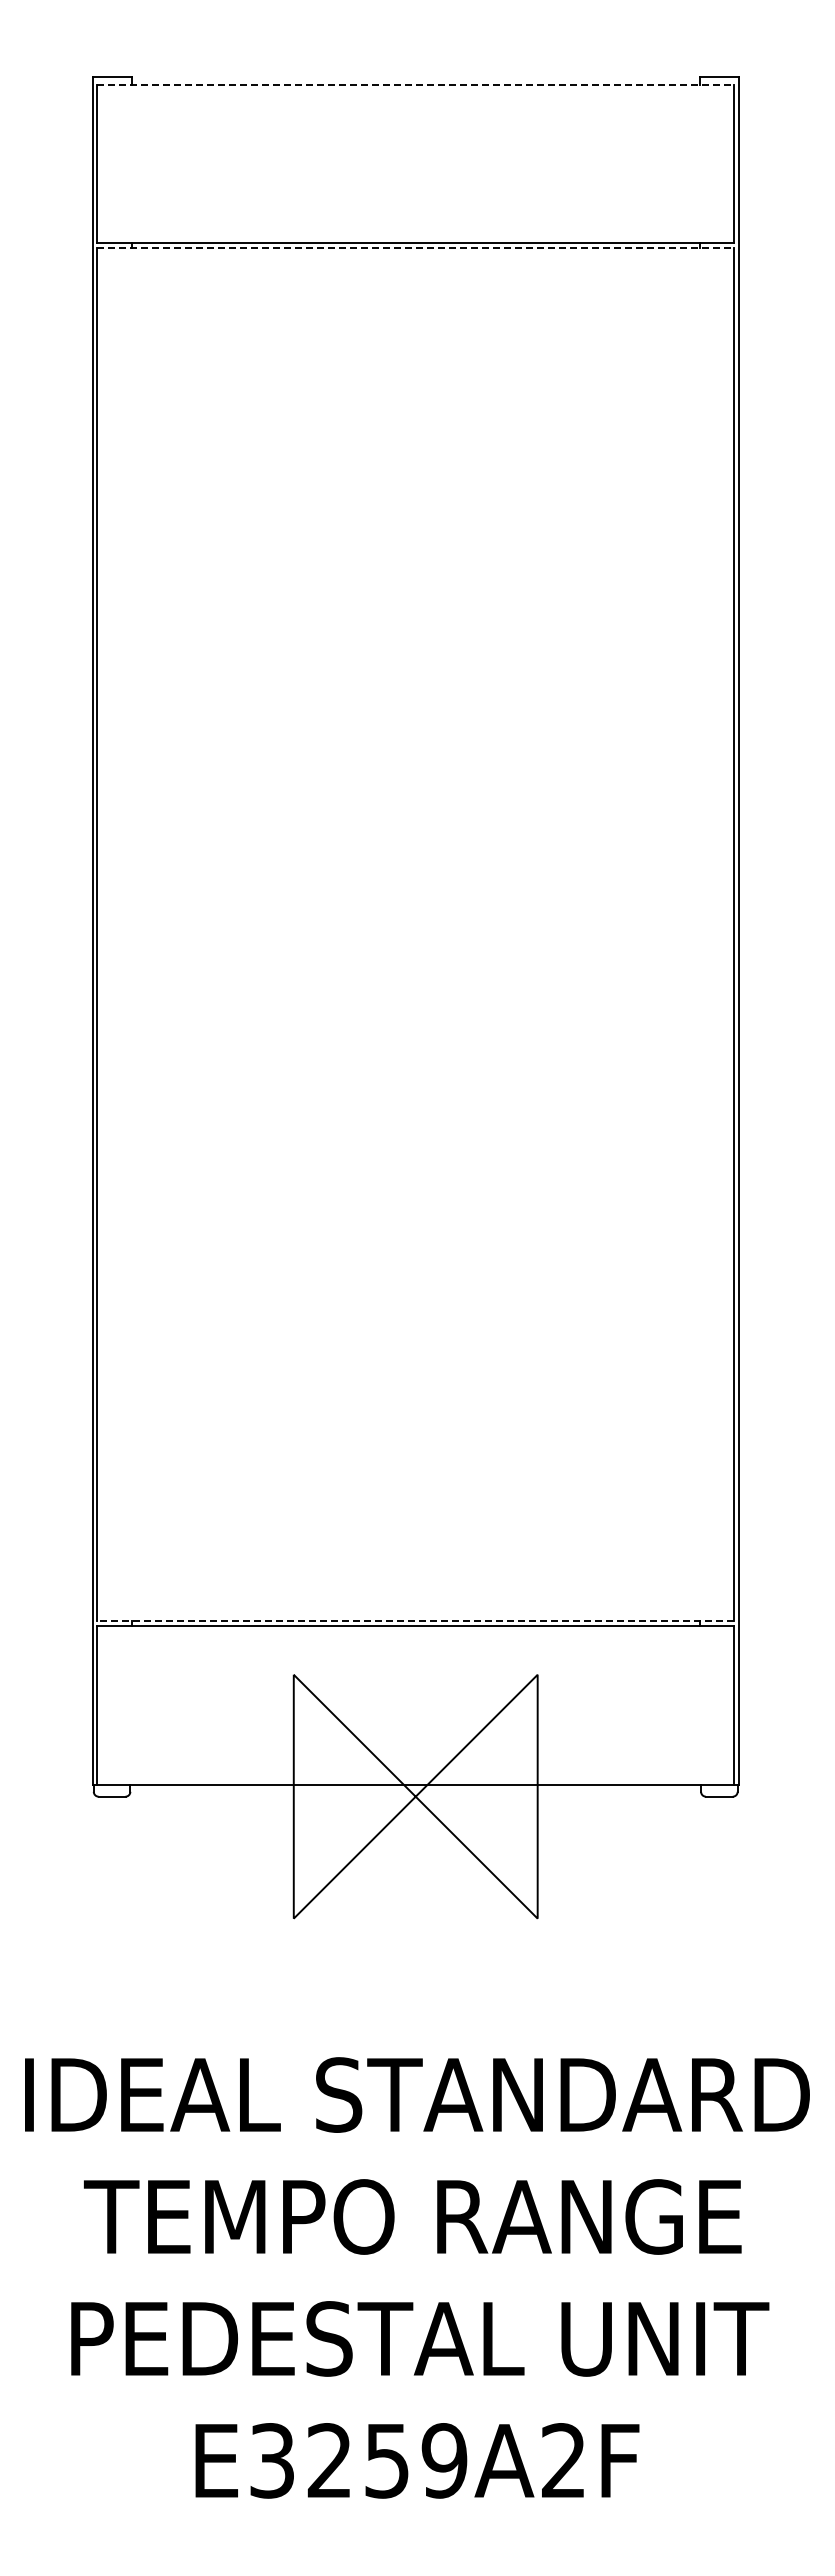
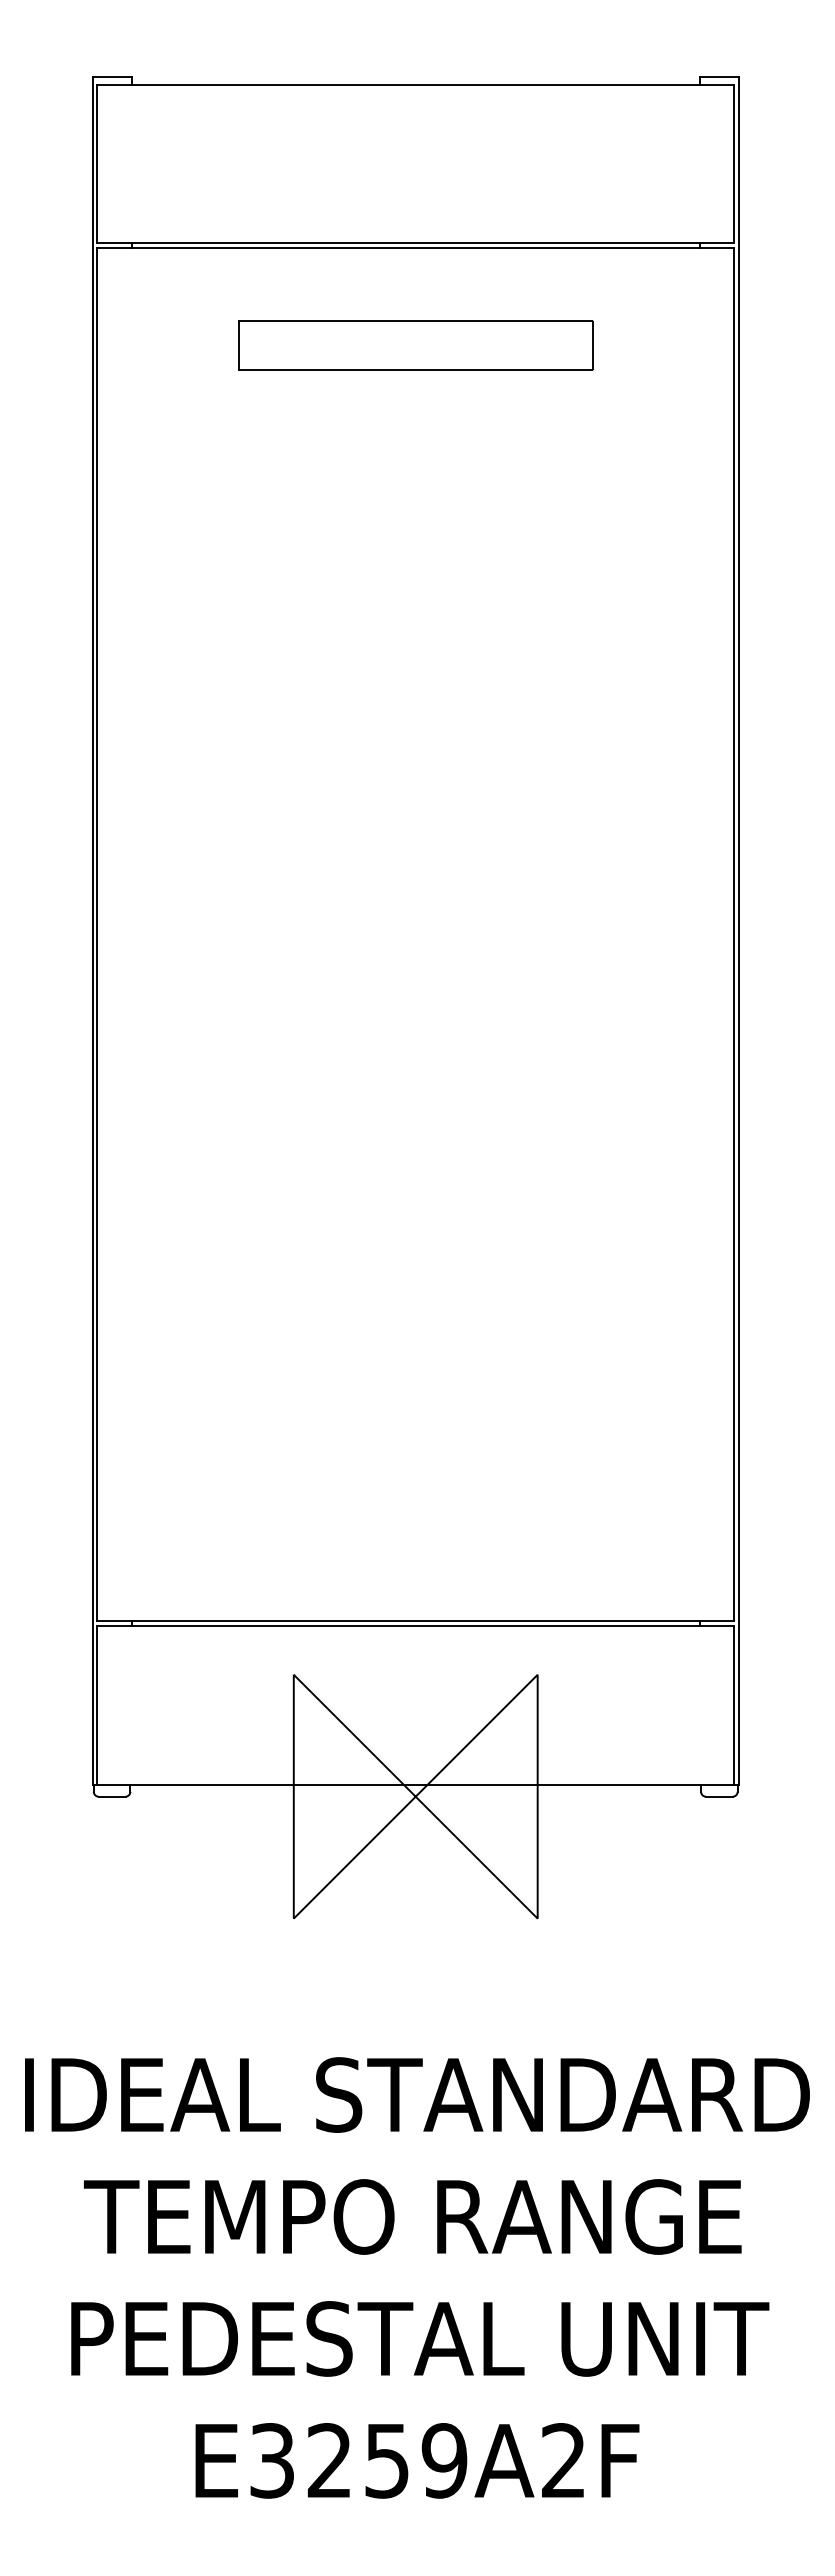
line at (416, 84): dashed -> solid
line at (416, 248): dashed -> solid
part at (415, 345): none -> present
line at (415, 1621): dashed -> solid
